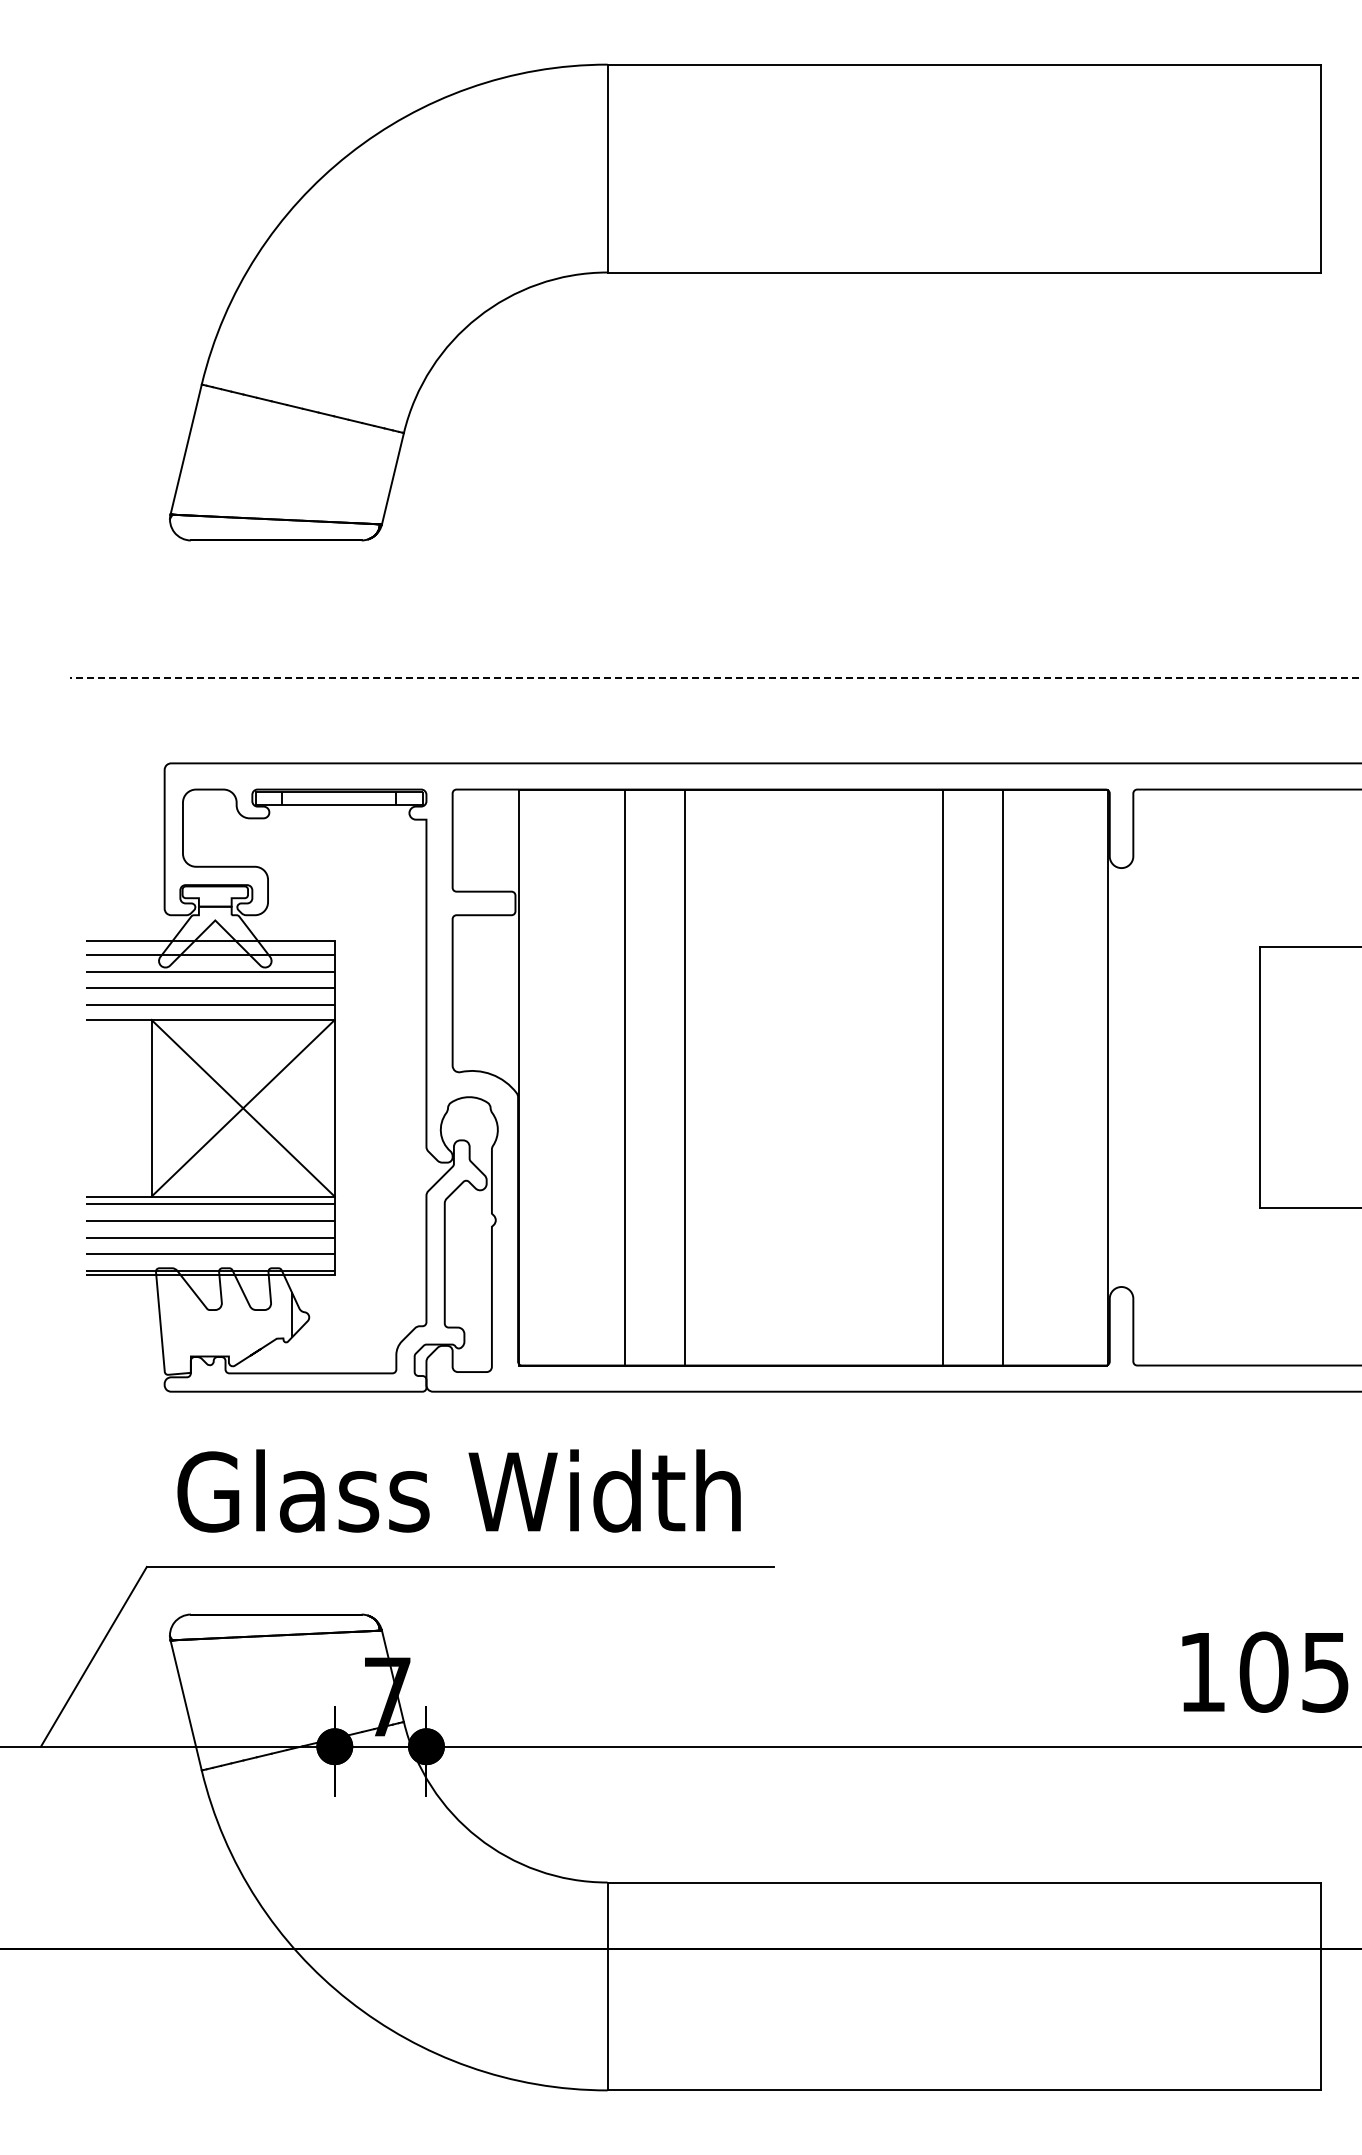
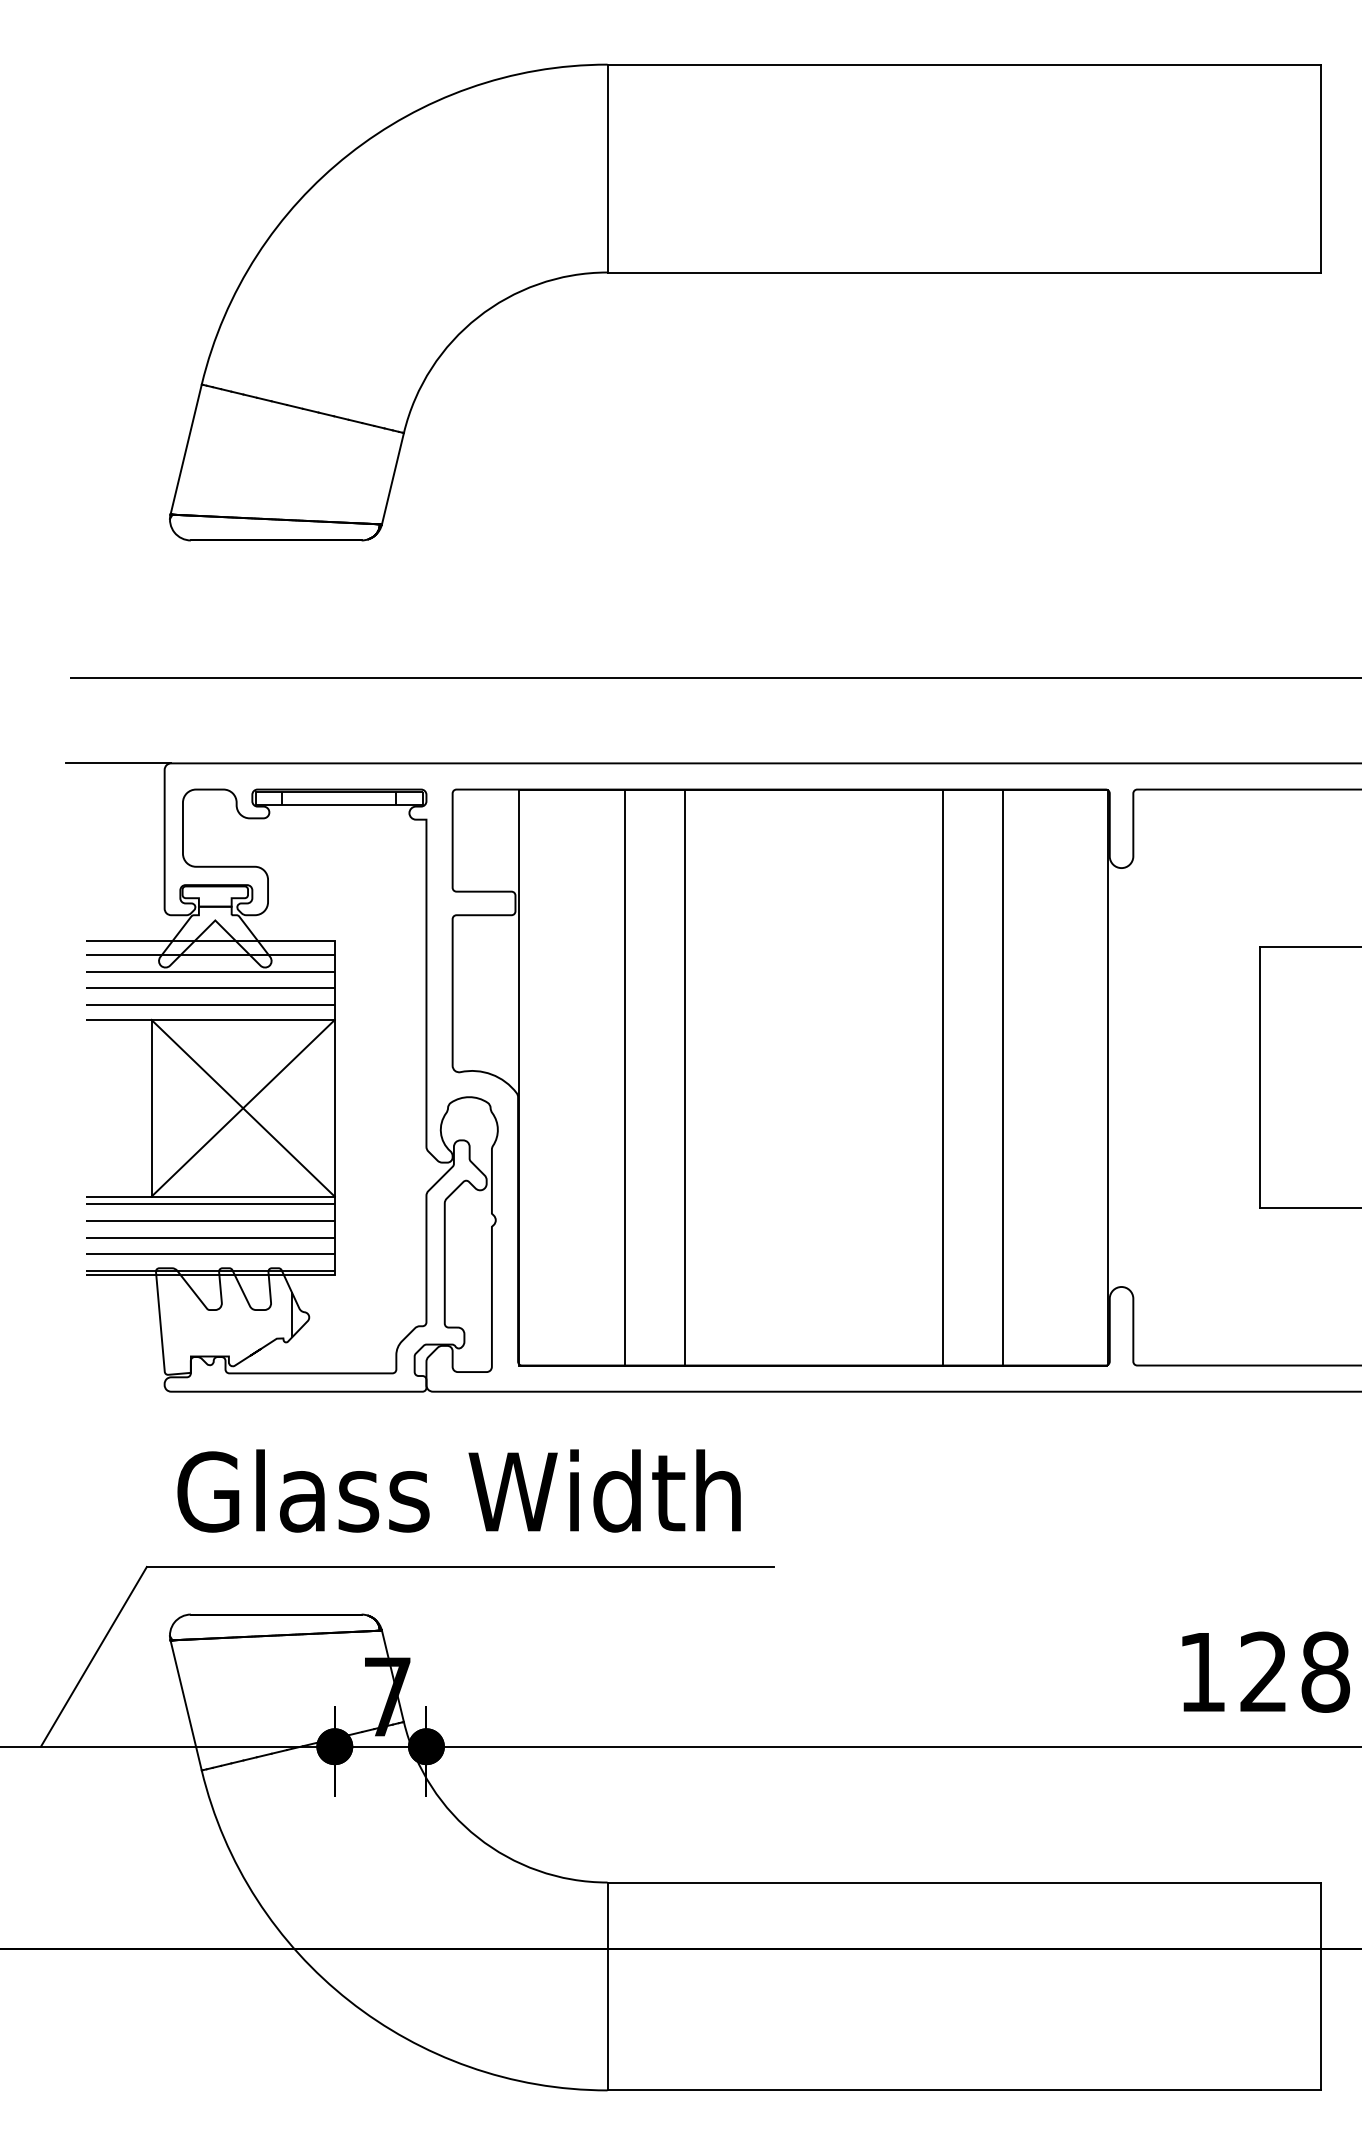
line at (715, 678): dashed -> solid
line at (118, 763): none -> present
text at (1294, 1671): 105 -> 128
